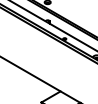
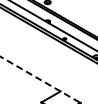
line at (40, 80): solid -> dashed
